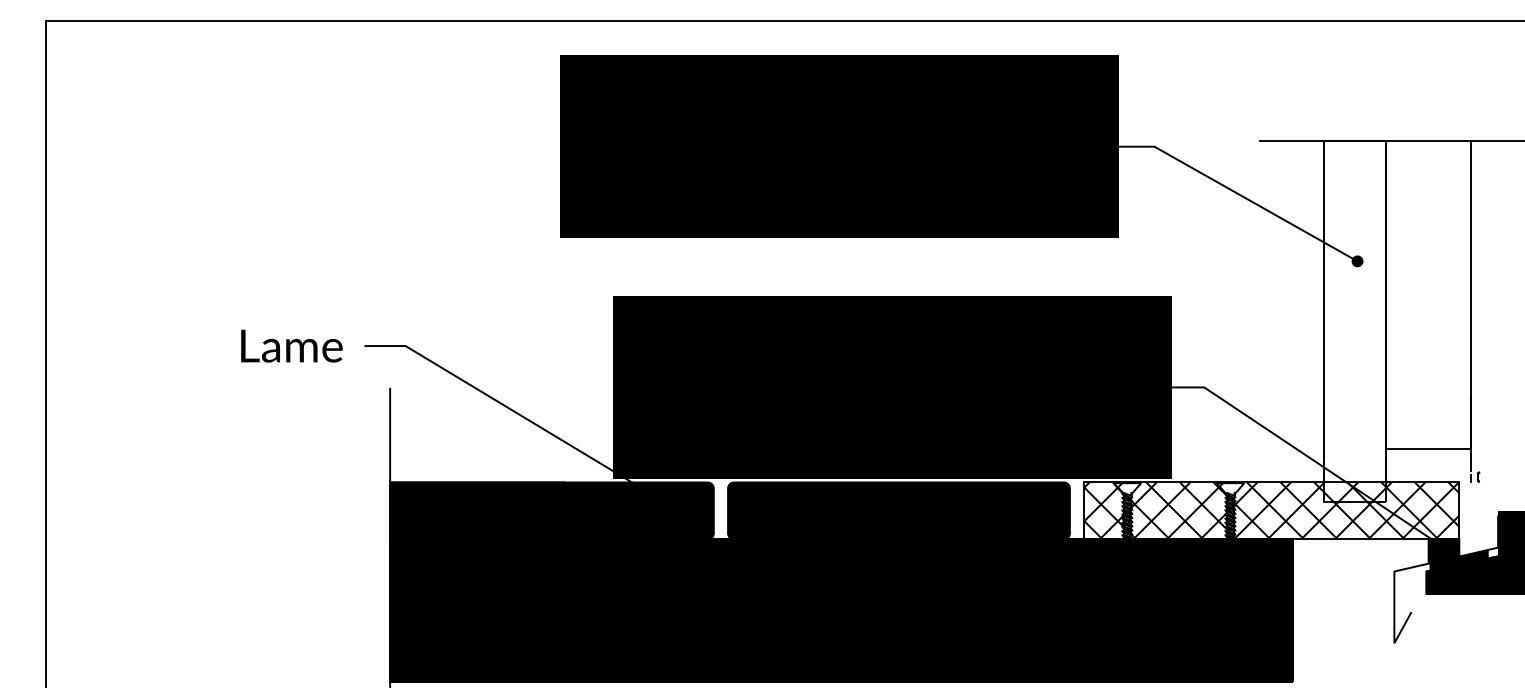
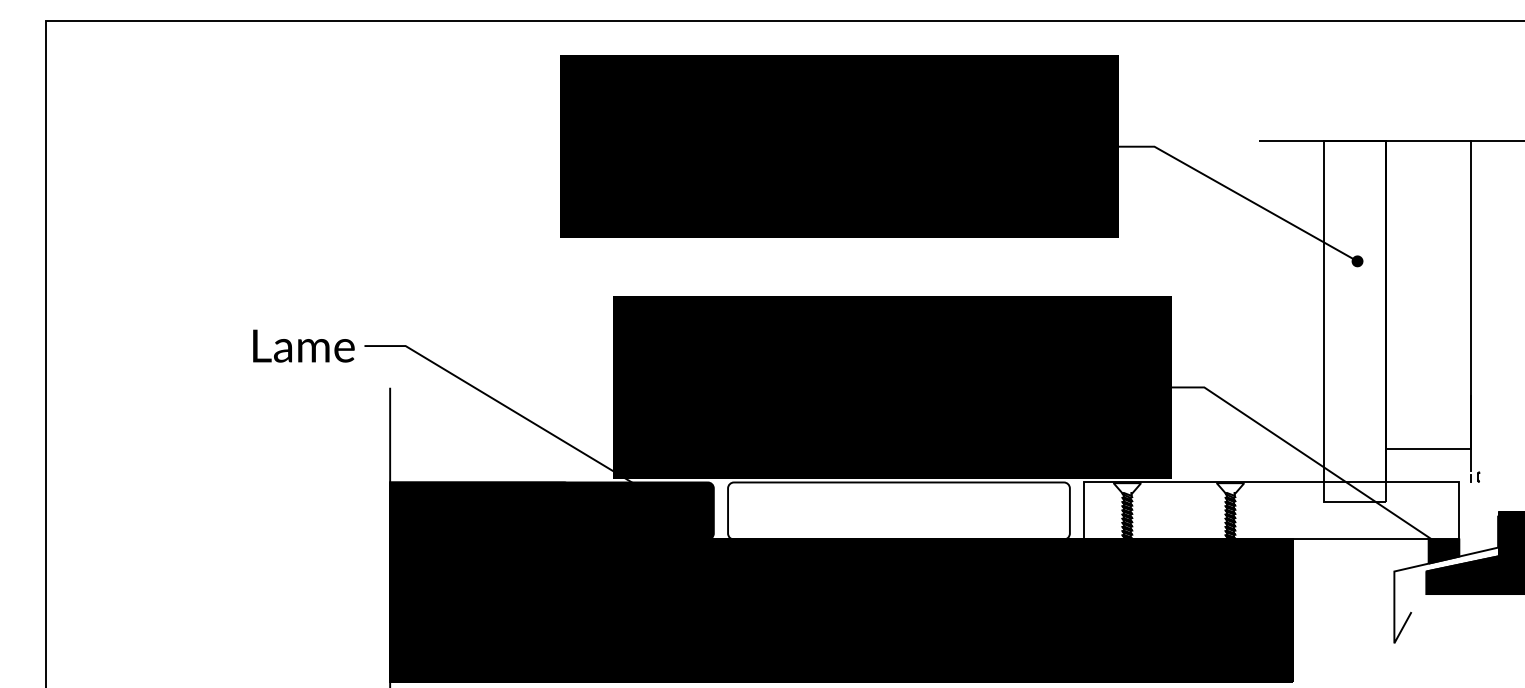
text at (291, 345) position: (291, 345) -> (303, 345)
fill at (898, 510): present -> none
hatch at (1271, 510): present -> none
fill at (1458, 560): present -> none
